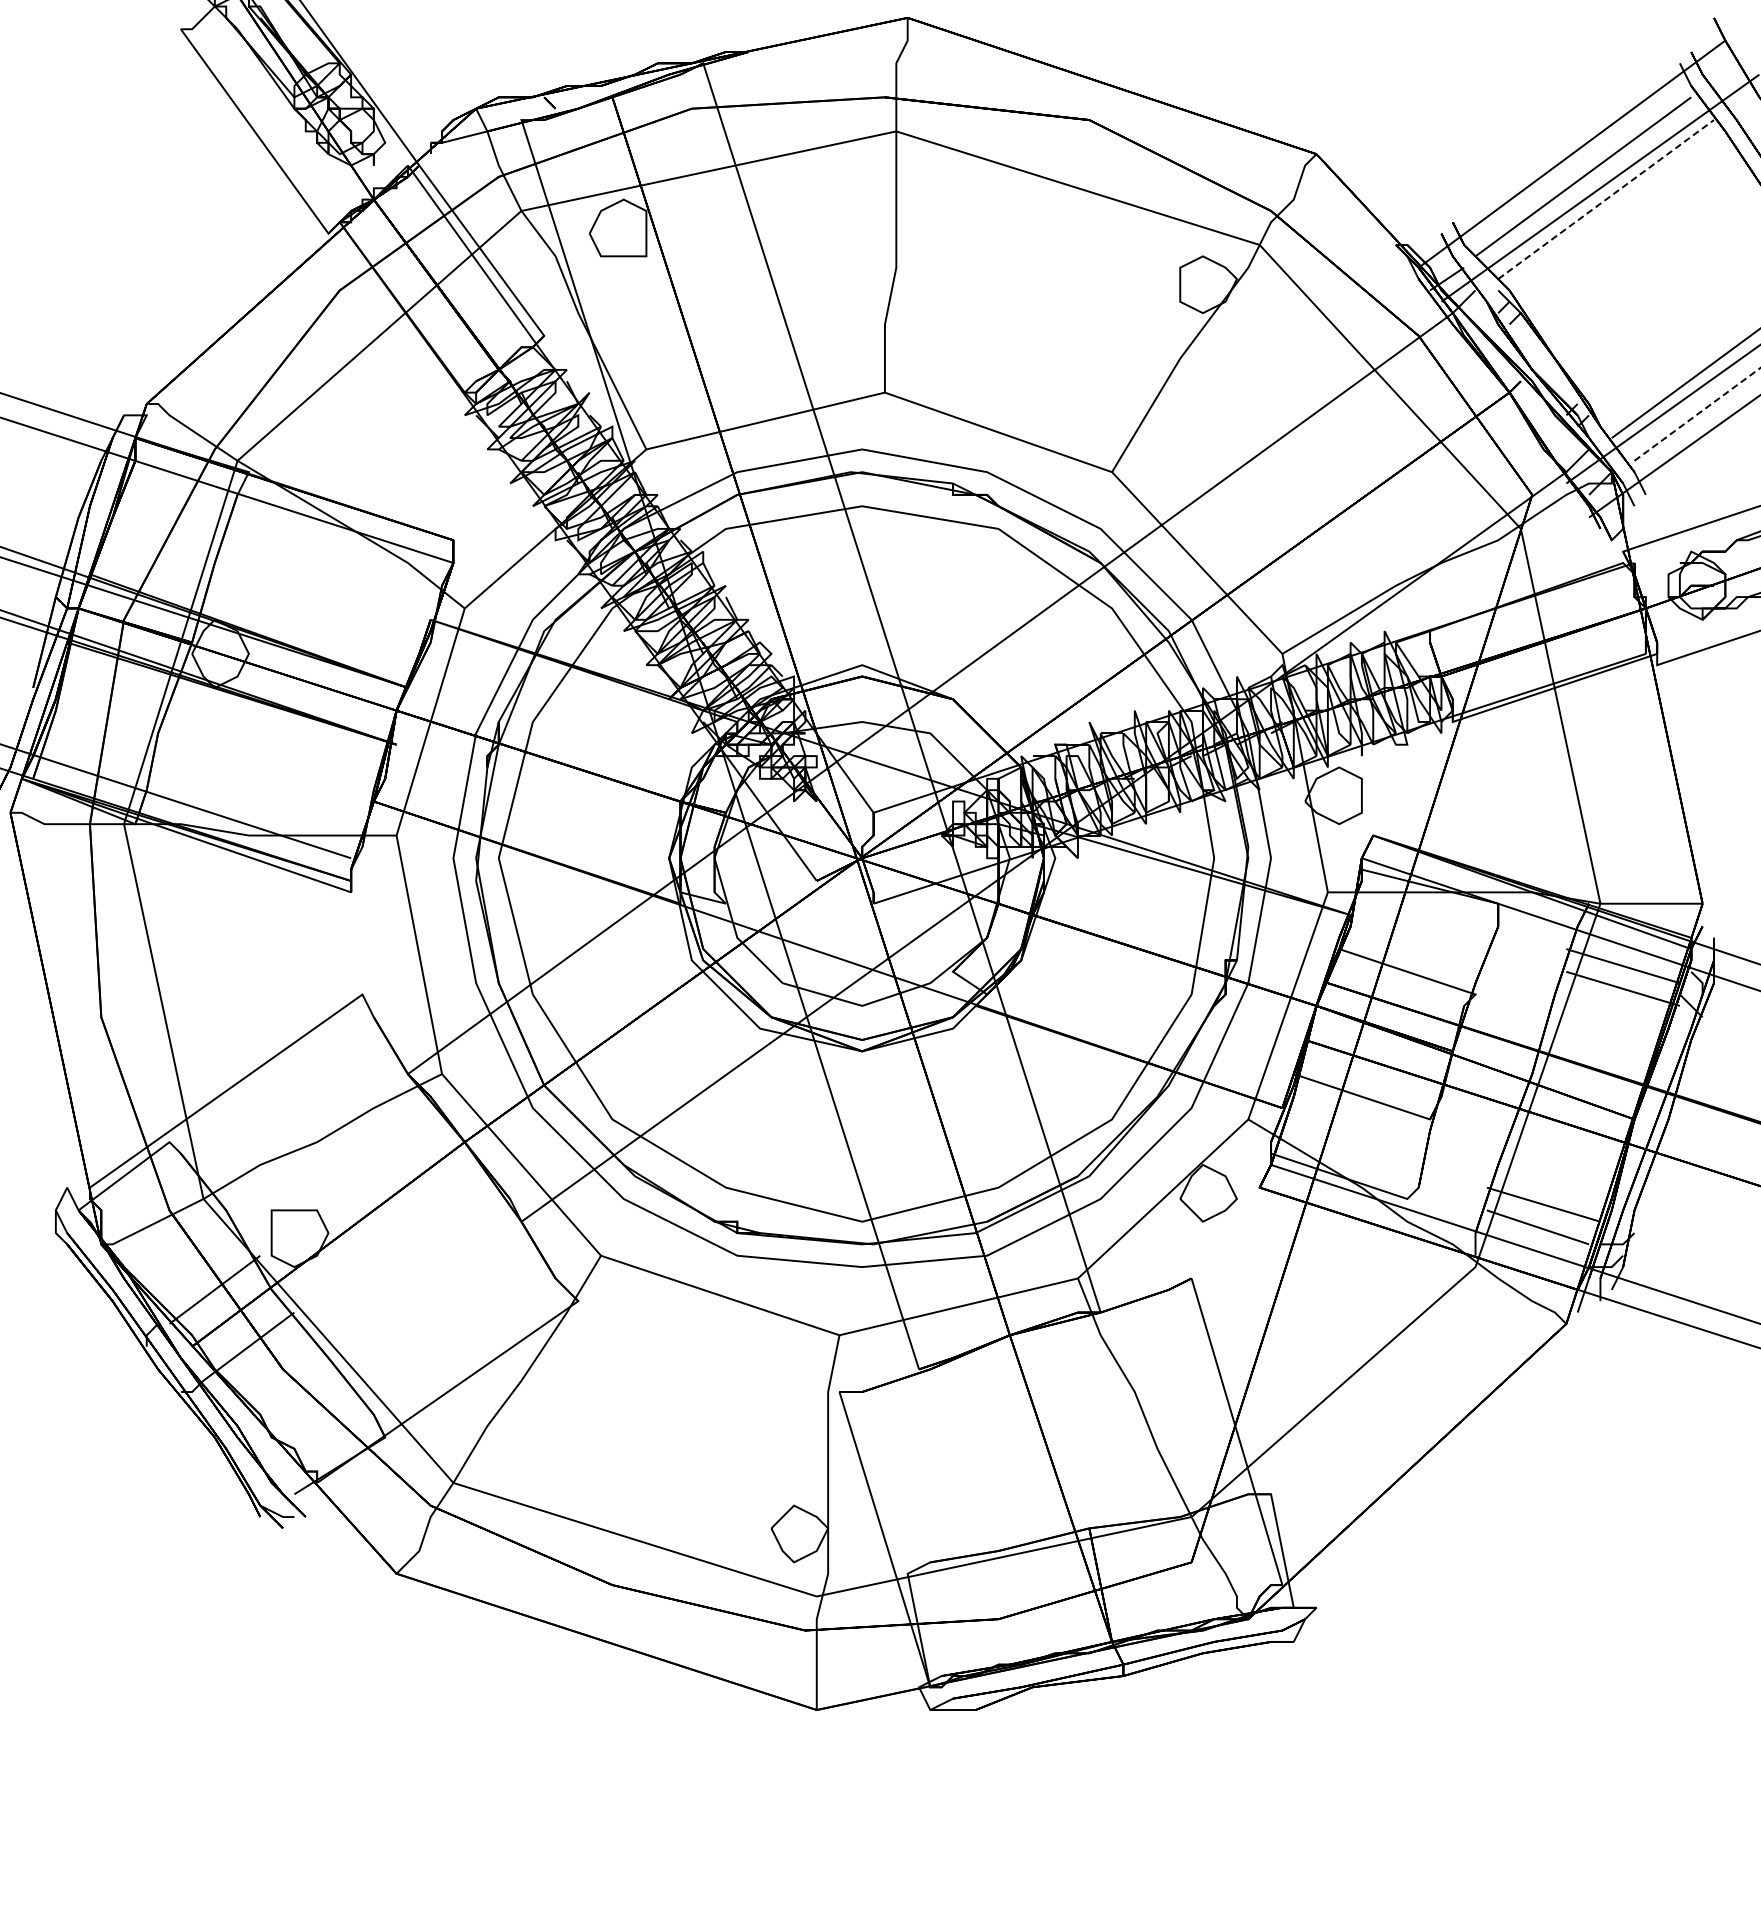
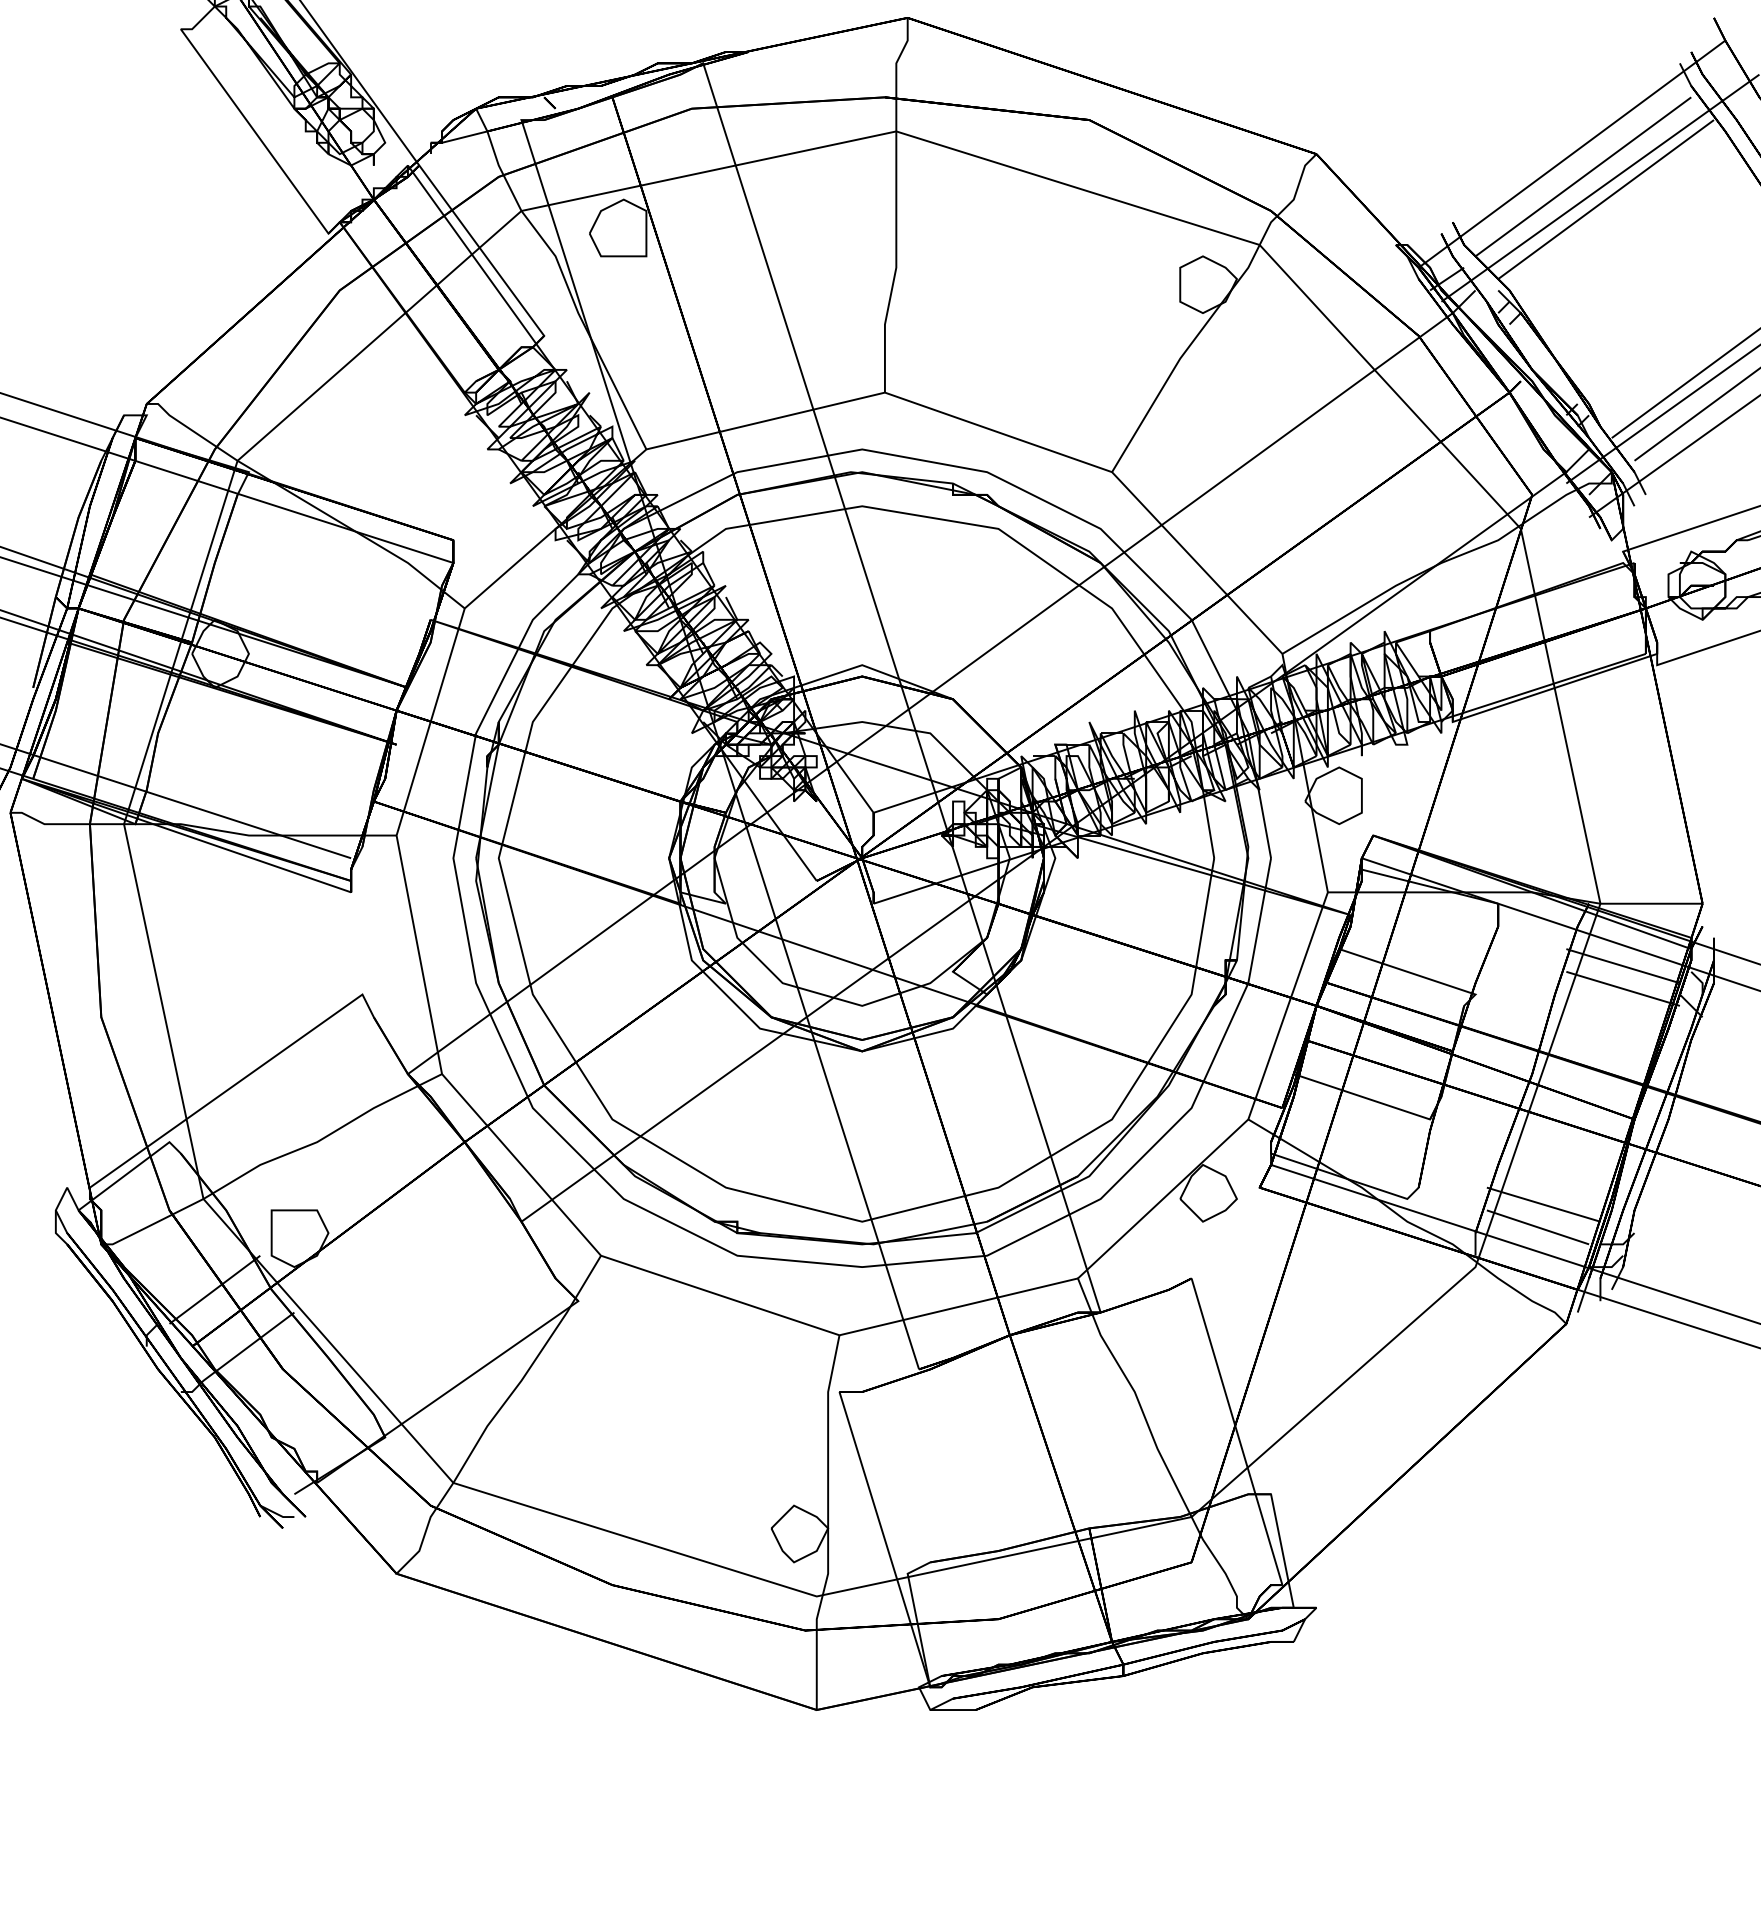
line at (1606, 199): dashed -> solid
line at (1698, 413): dashed -> solid
